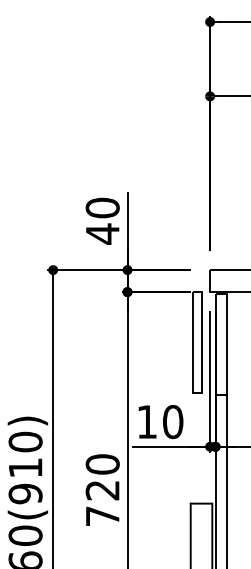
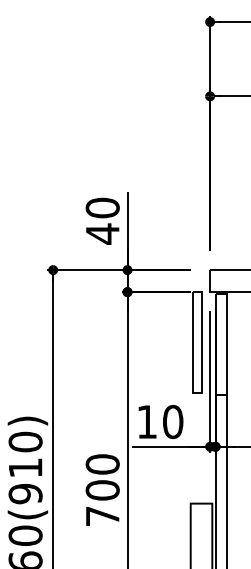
text at (102, 490): 720 -> 700
